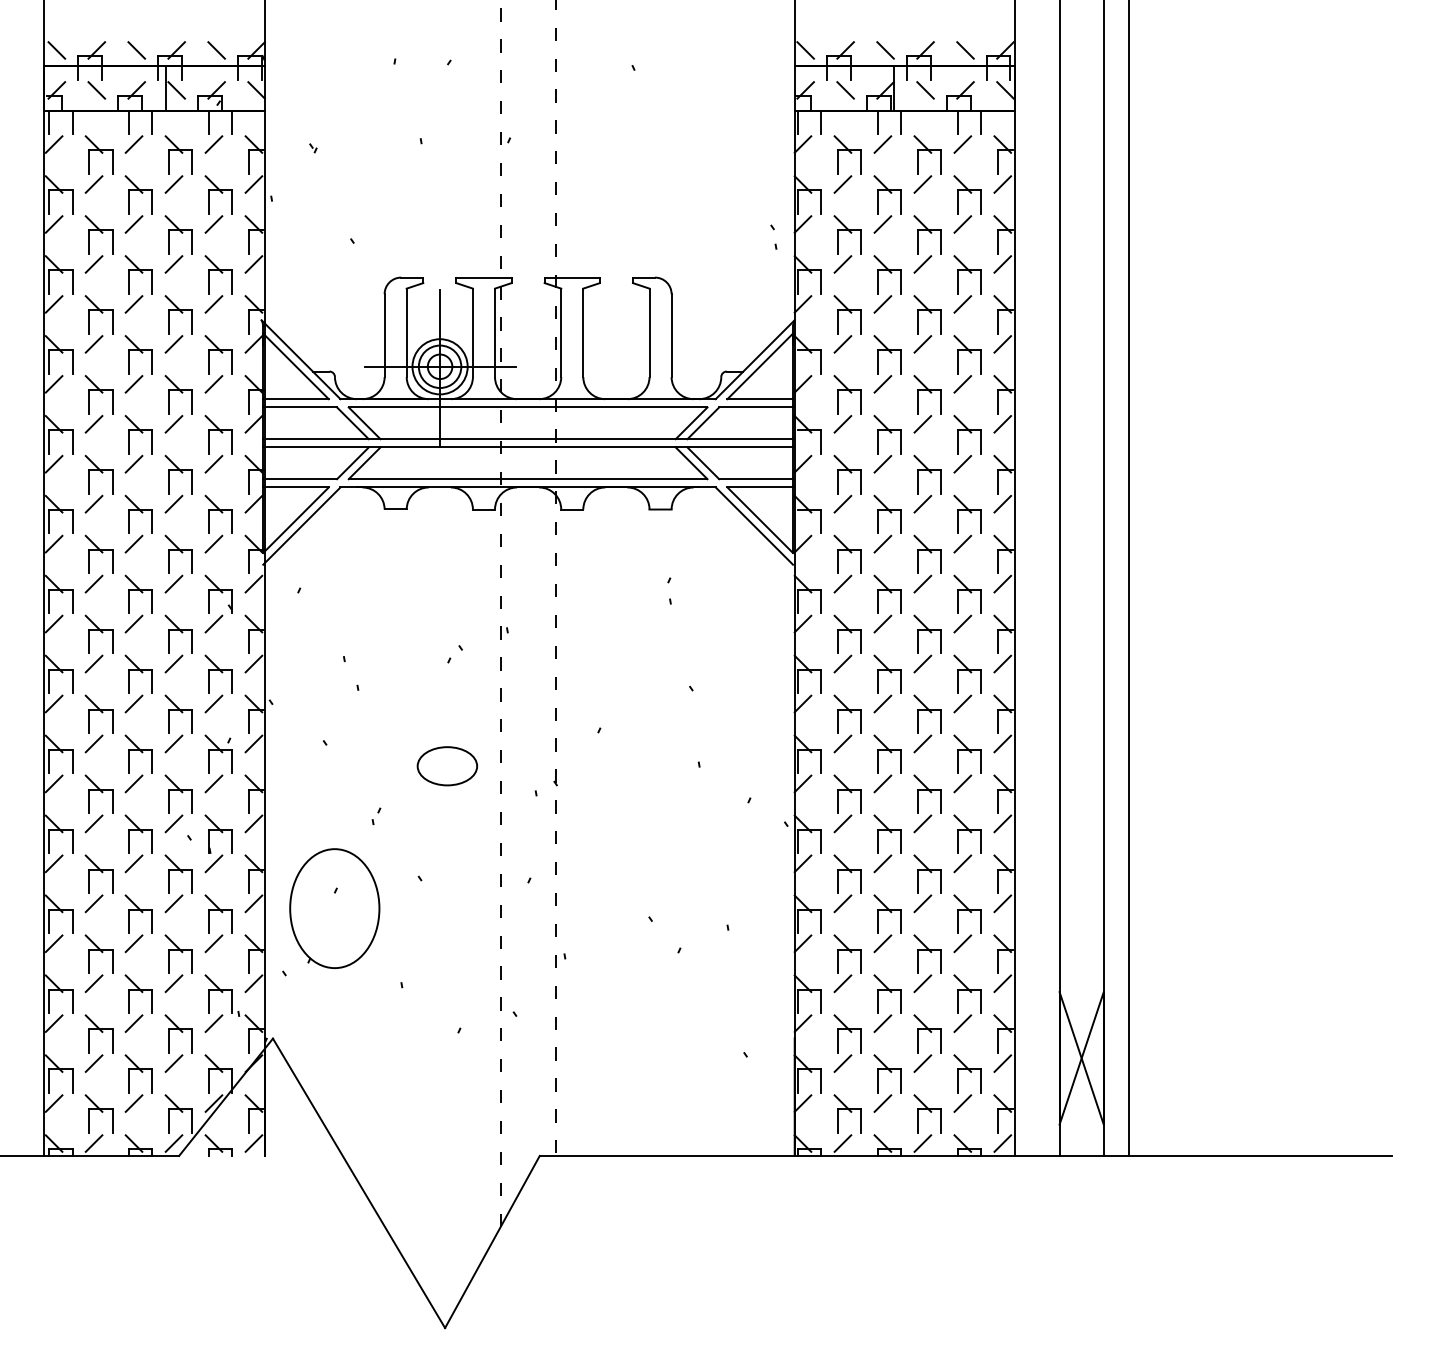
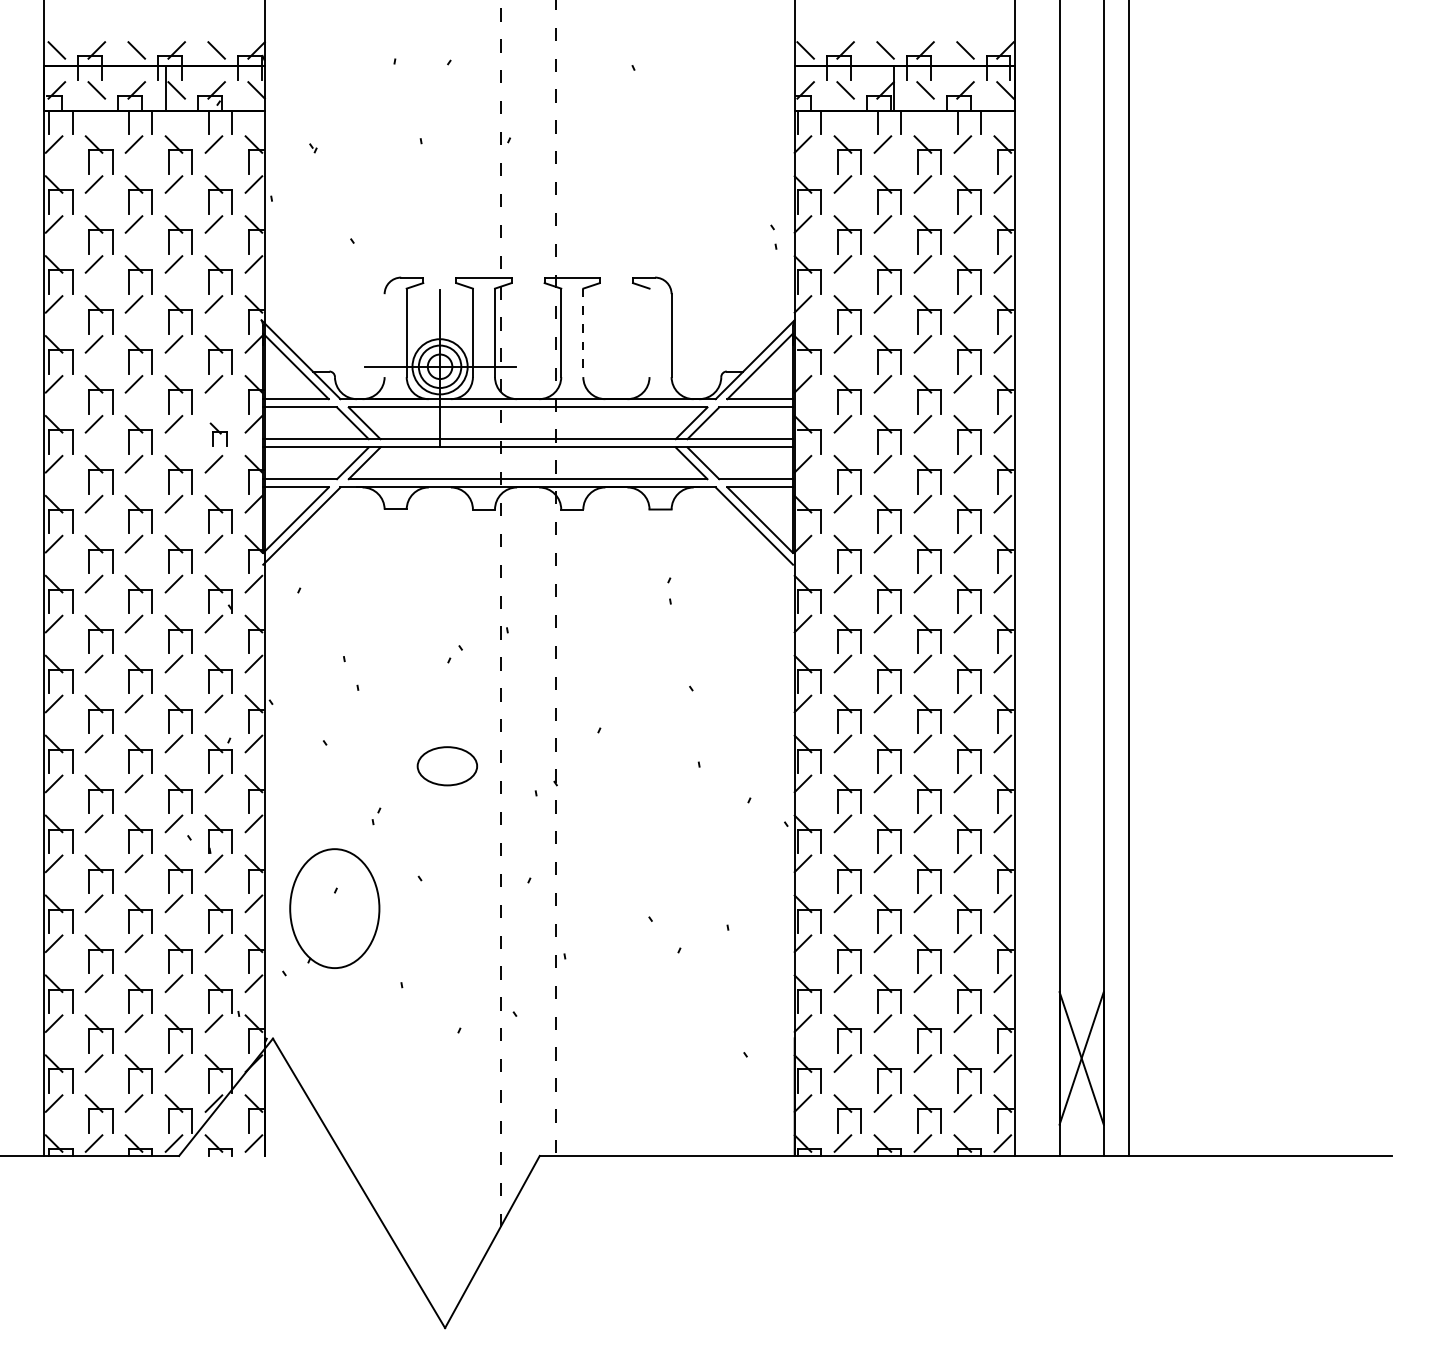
line at (649, 332): present -> none
line at (583, 333): solid -> dashed
line at (384, 335): present -> none
part at (218, 434) size: 29x40 px -> 19x25 px
